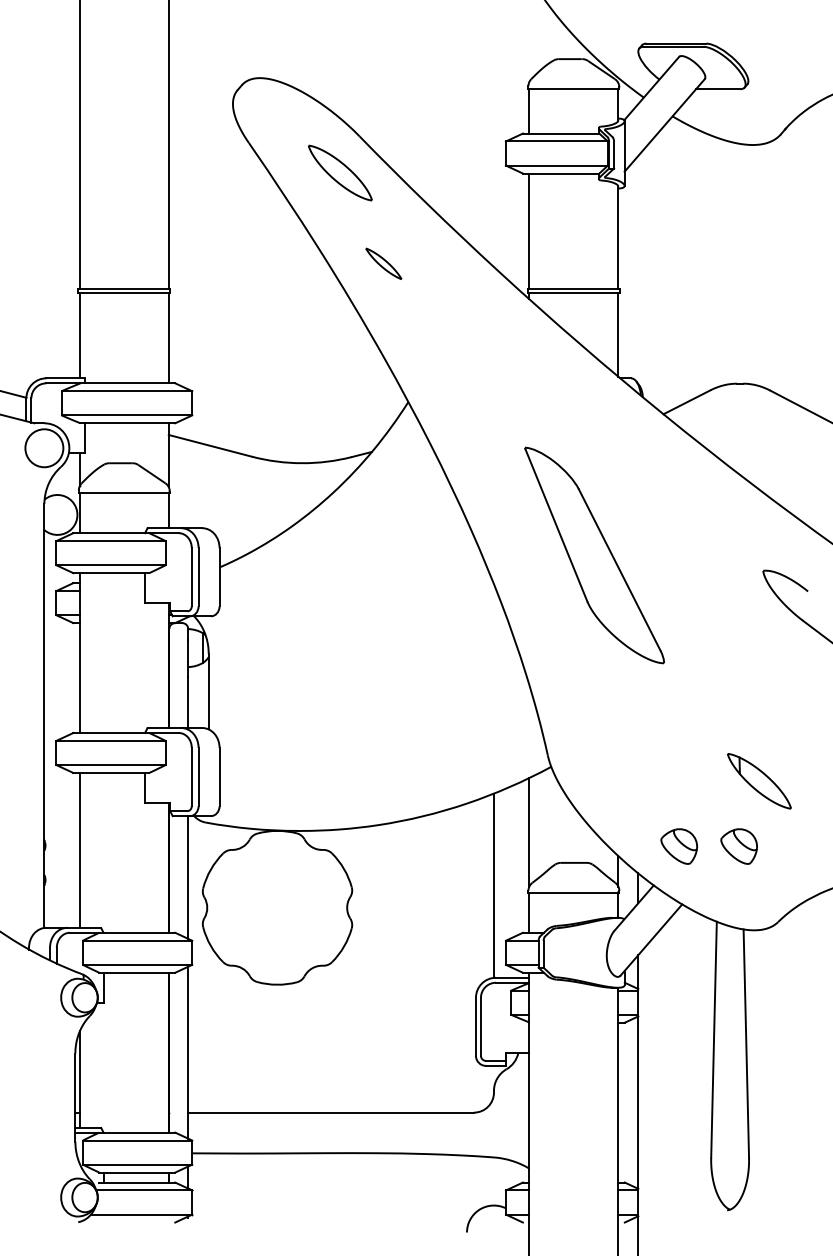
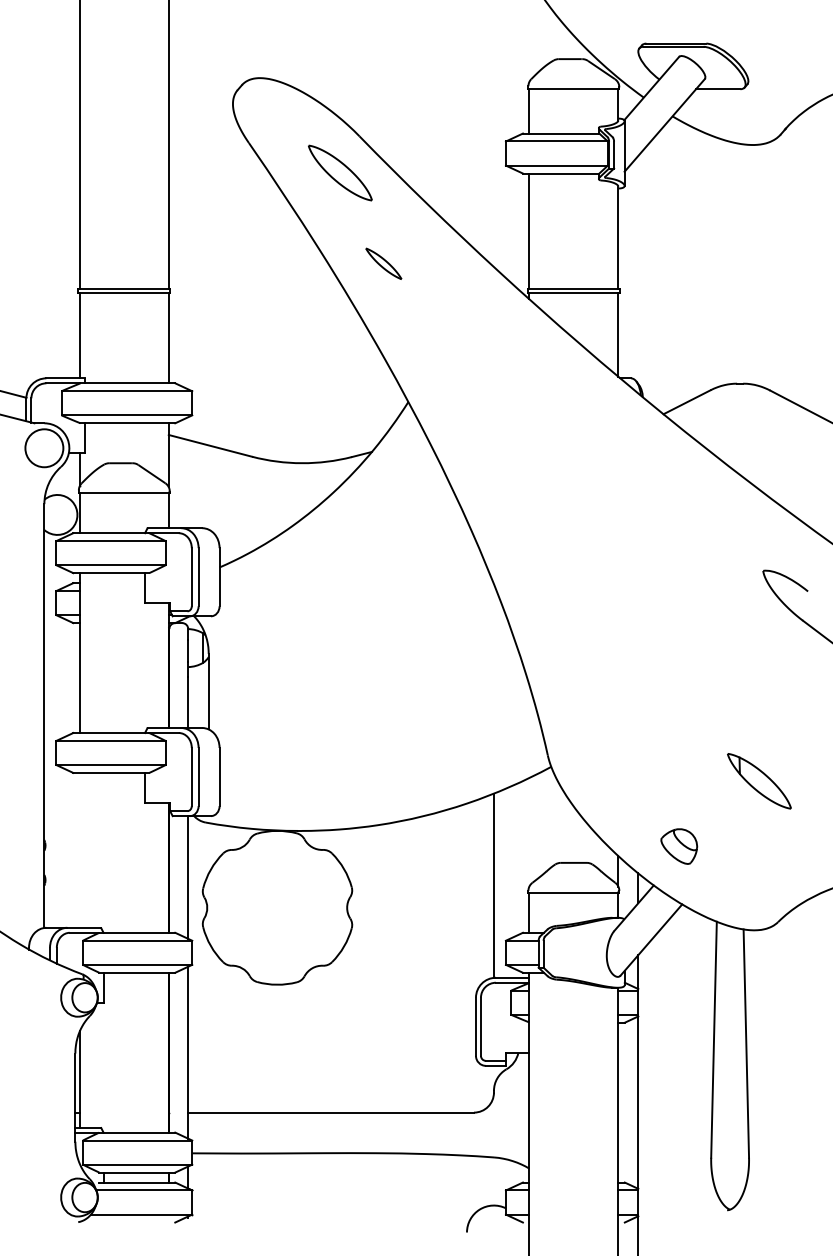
part at (594, 555): present -> none
line at (529, 832): present -> none
part at (738, 846): present -> none
line at (79, 849): present -> none
